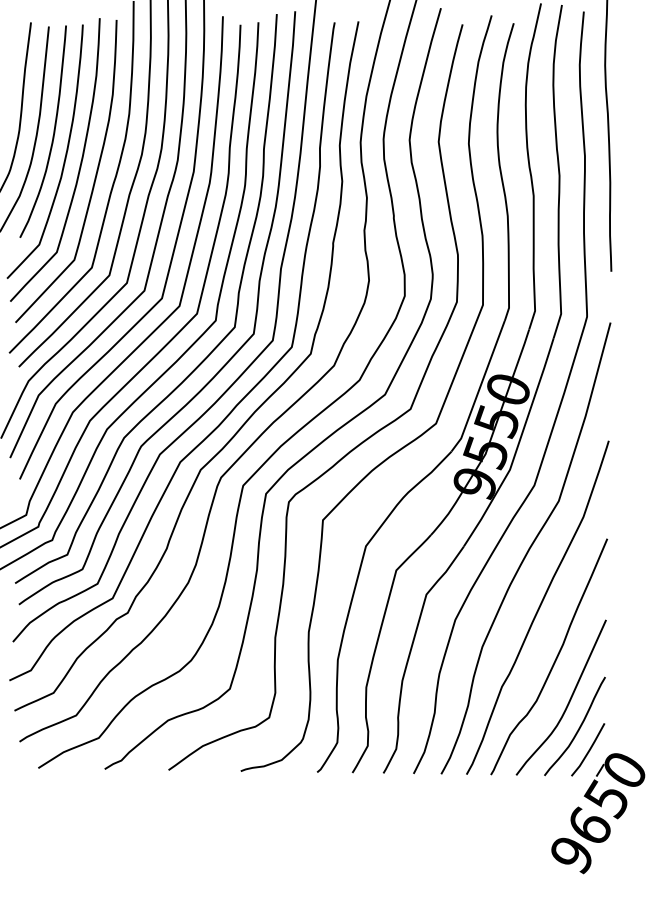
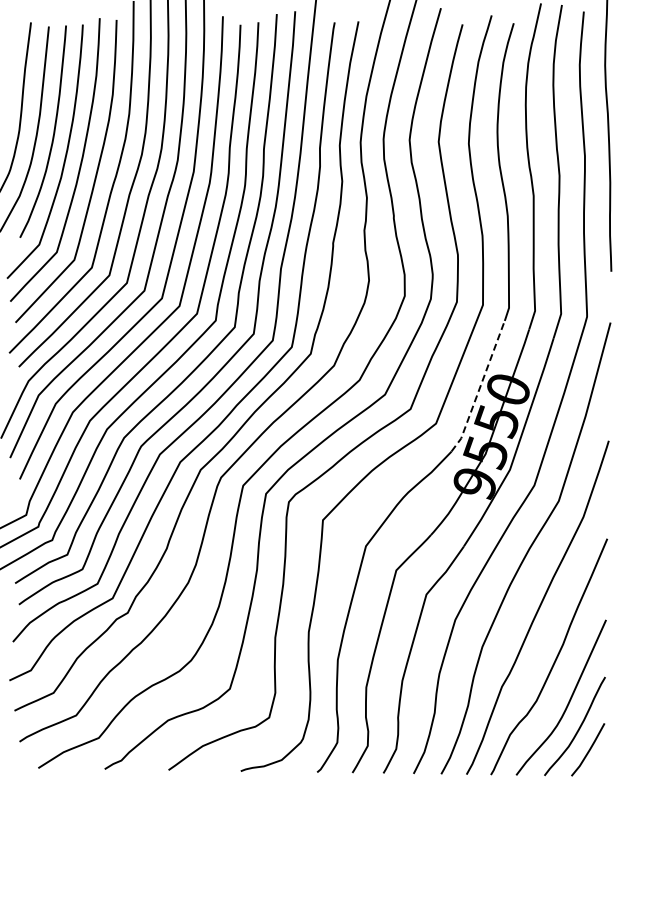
line at (479, 388): solid -> dashed
part at (598, 813): present -> none
